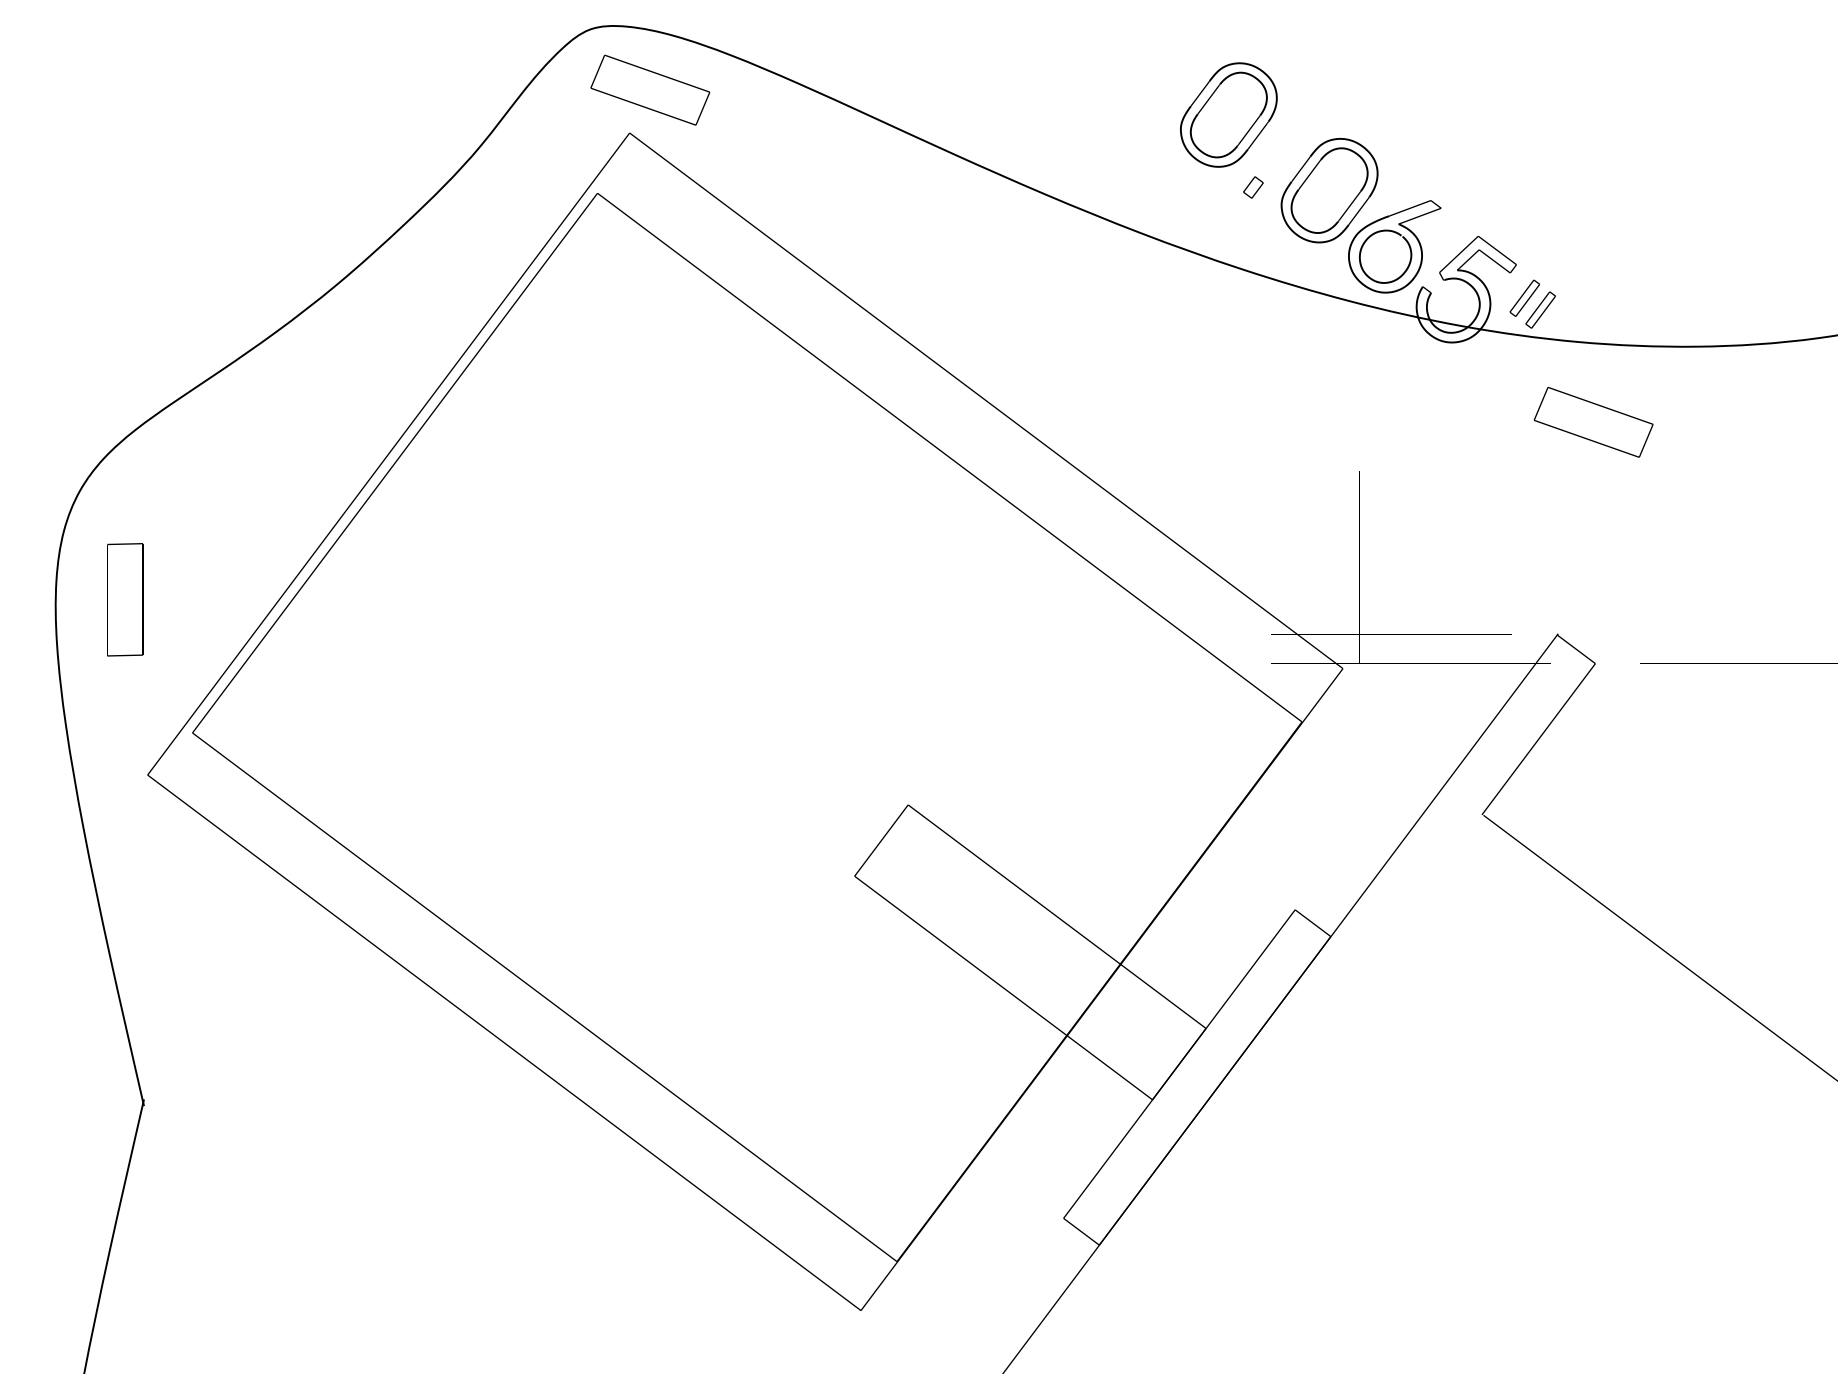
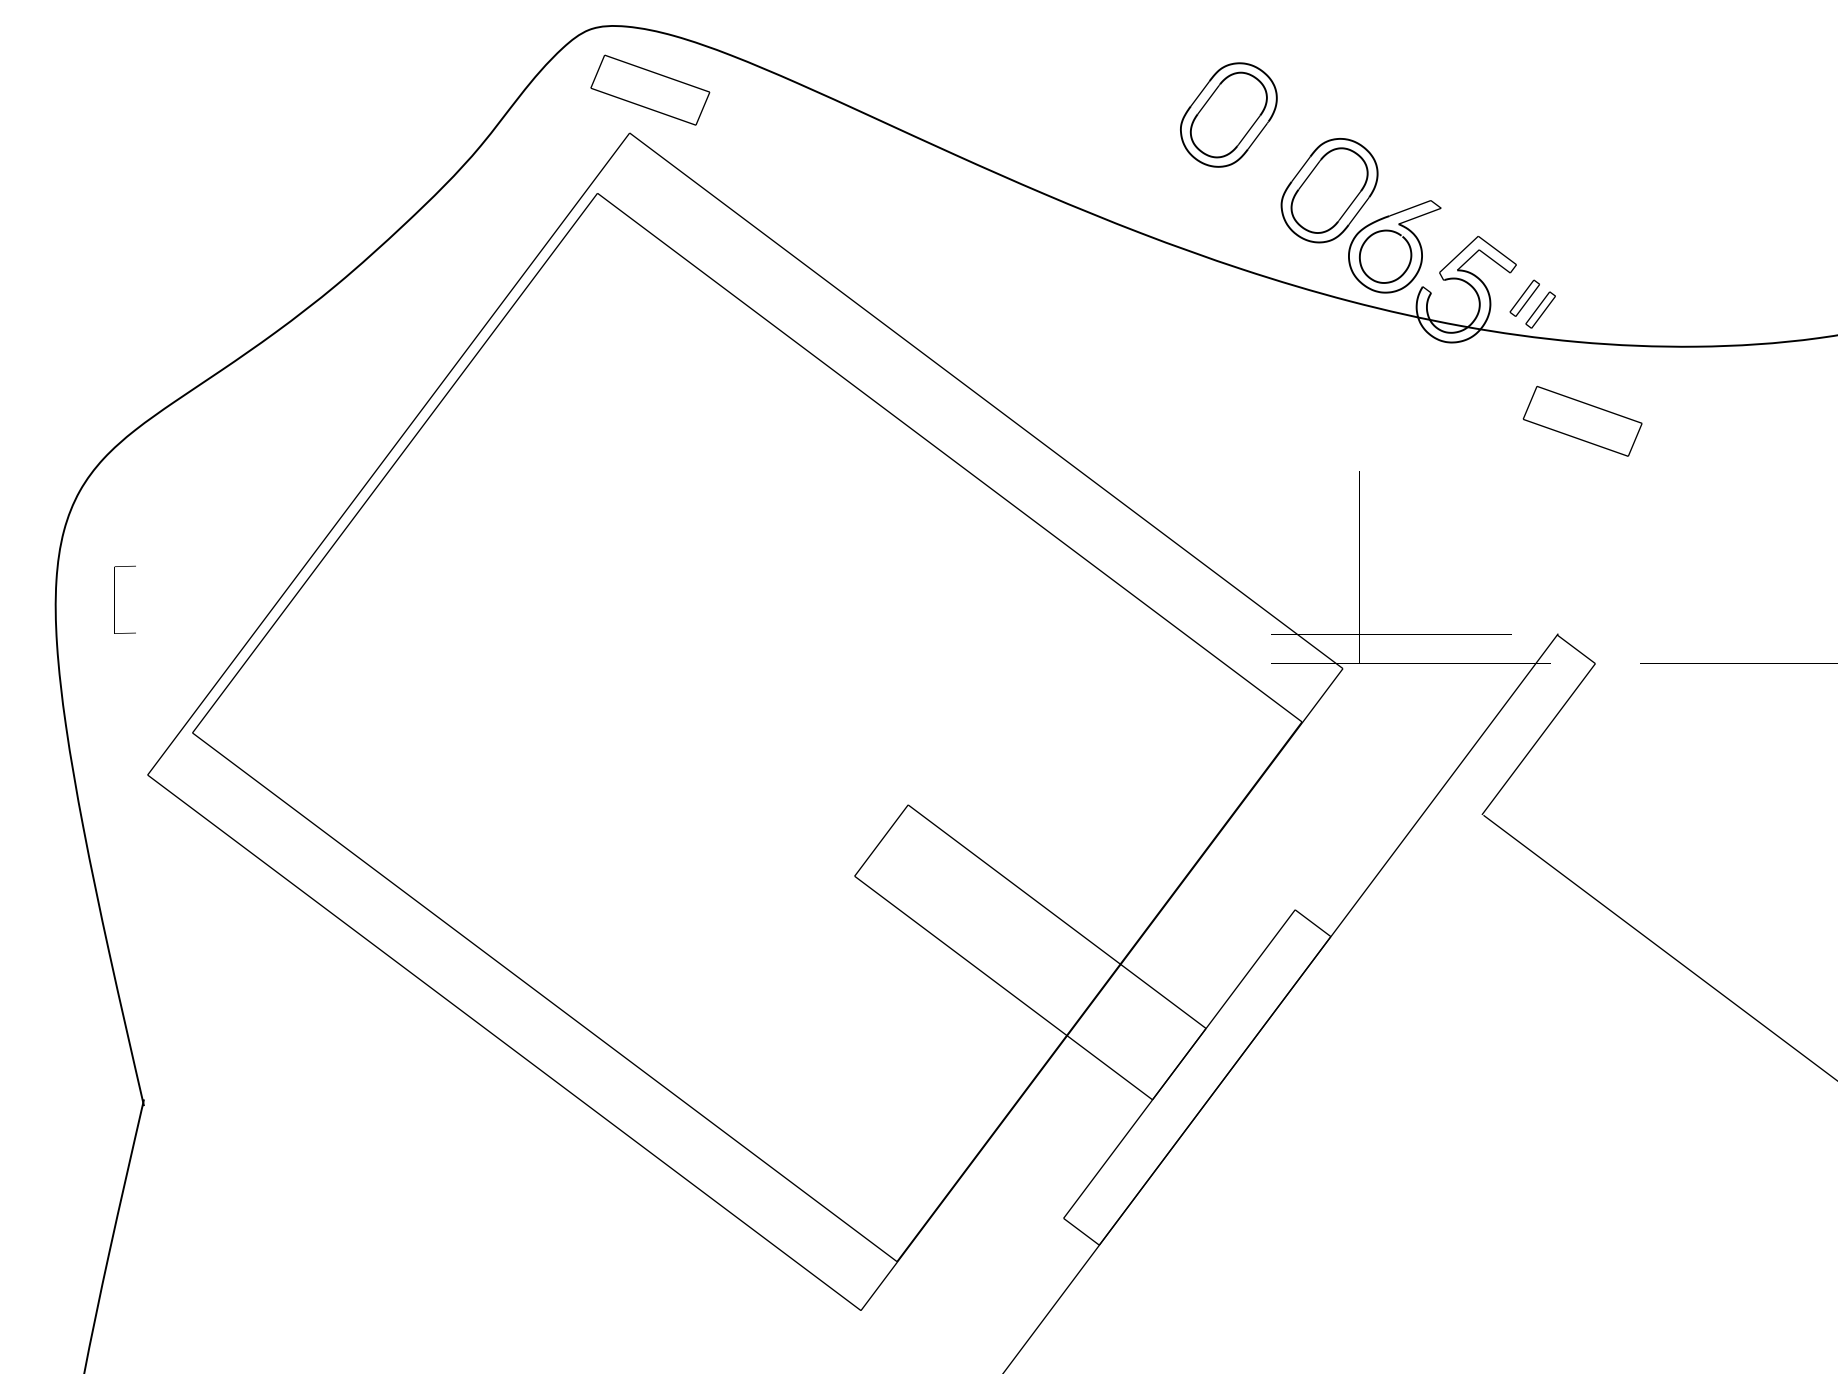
part at (1253, 187): present -> none
part at (1593, 421) position: (1593, 421) -> (1582, 420)
part at (125, 599) size: 37x114 px -> 22x69 px
